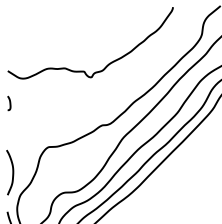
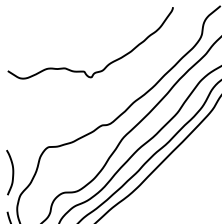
curve at (9, 103): present -> none
